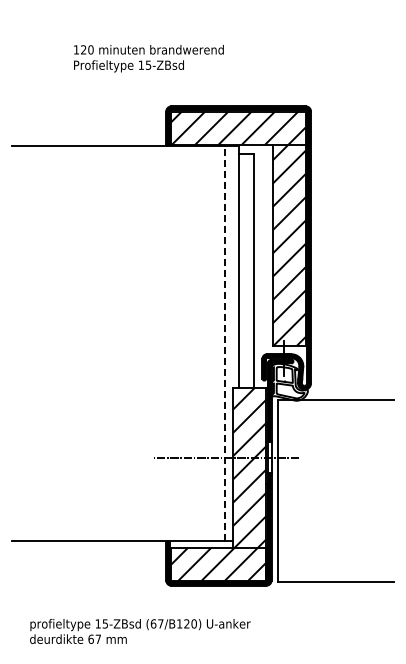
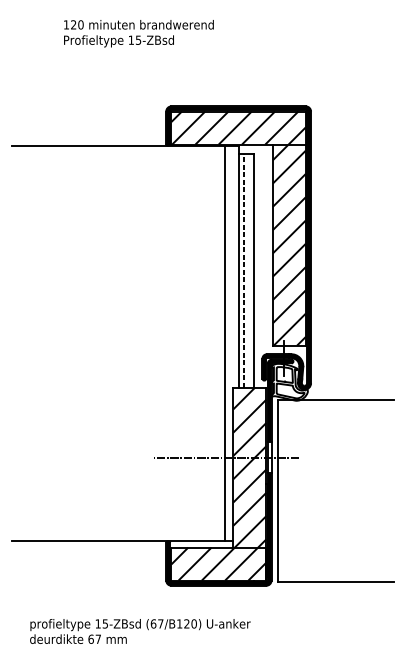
text at (148, 58) position: (148, 58) -> (138, 33)
line at (243, 270): none -> present
line at (224, 343): dashed -> solid
